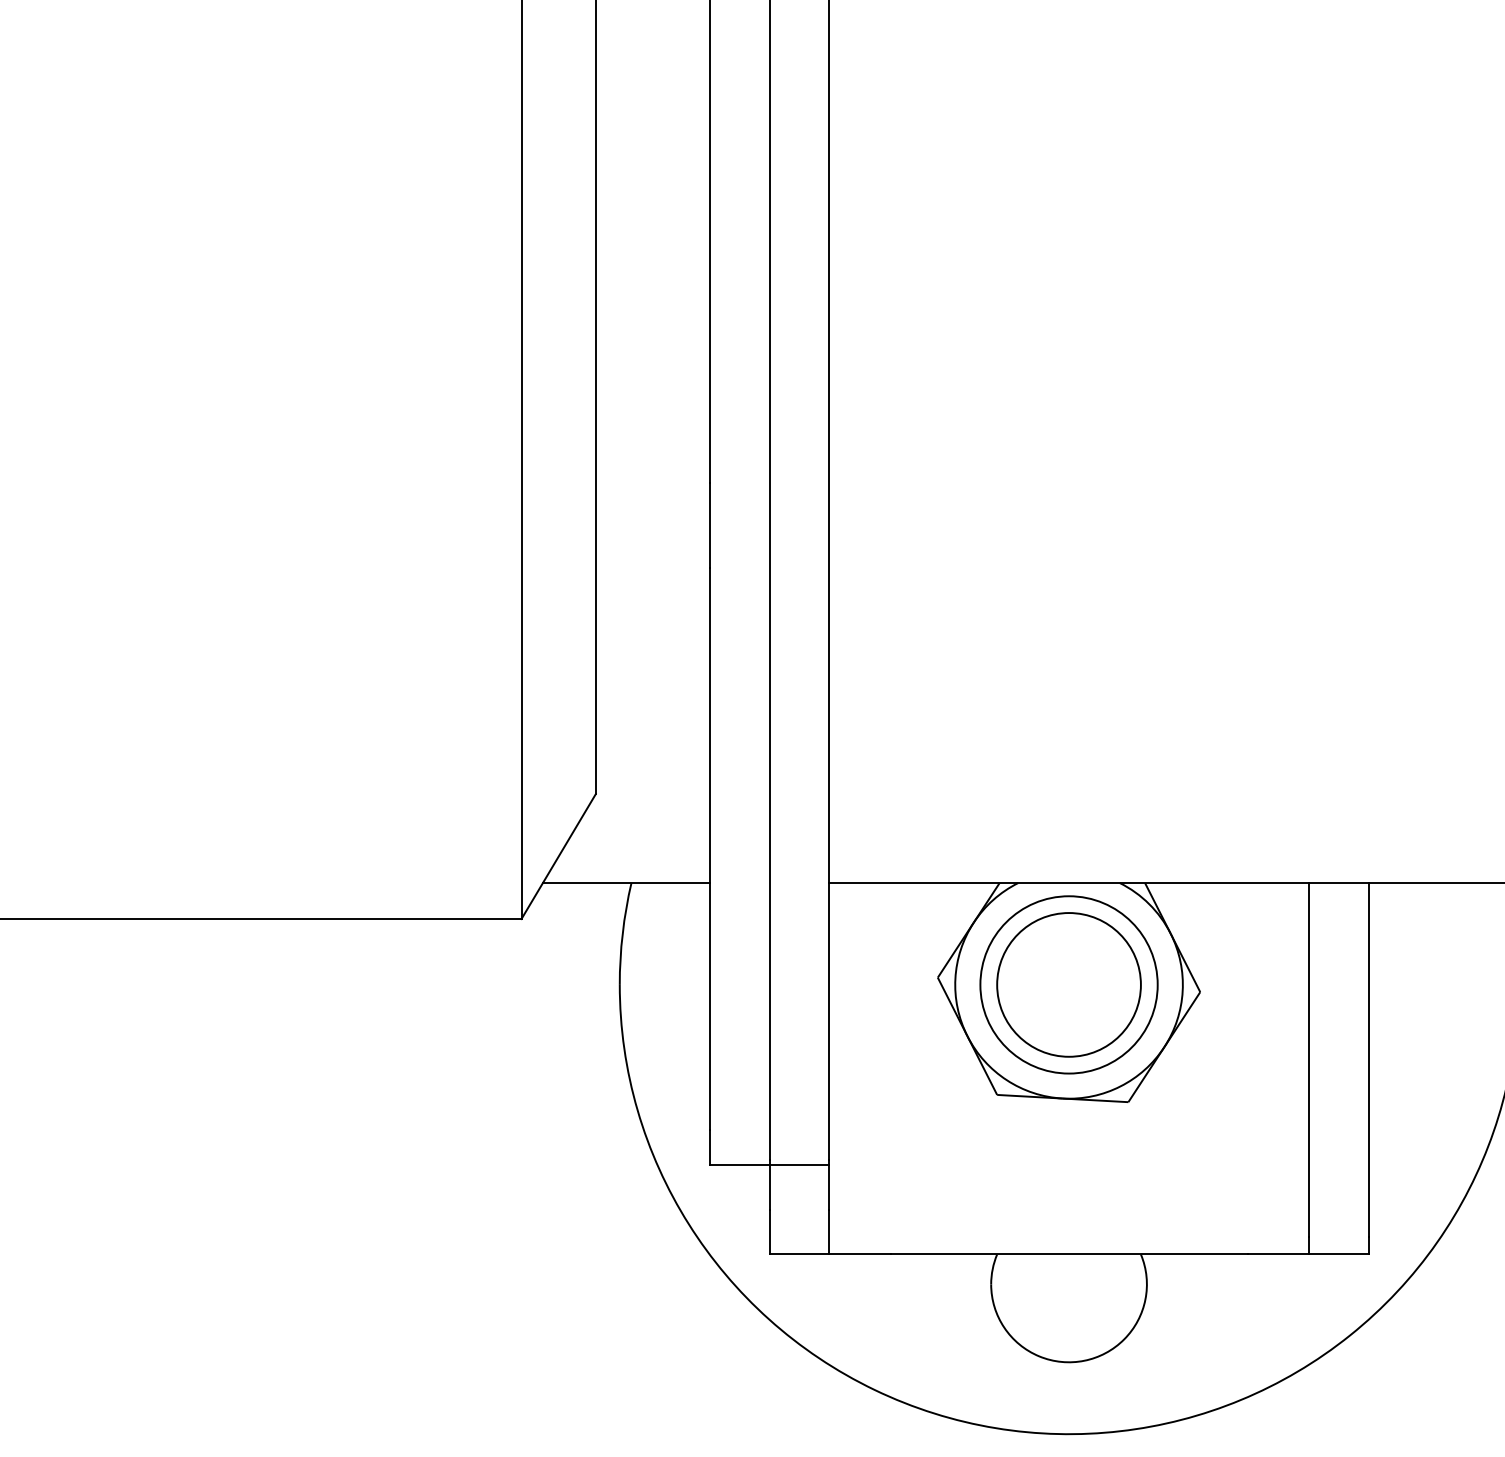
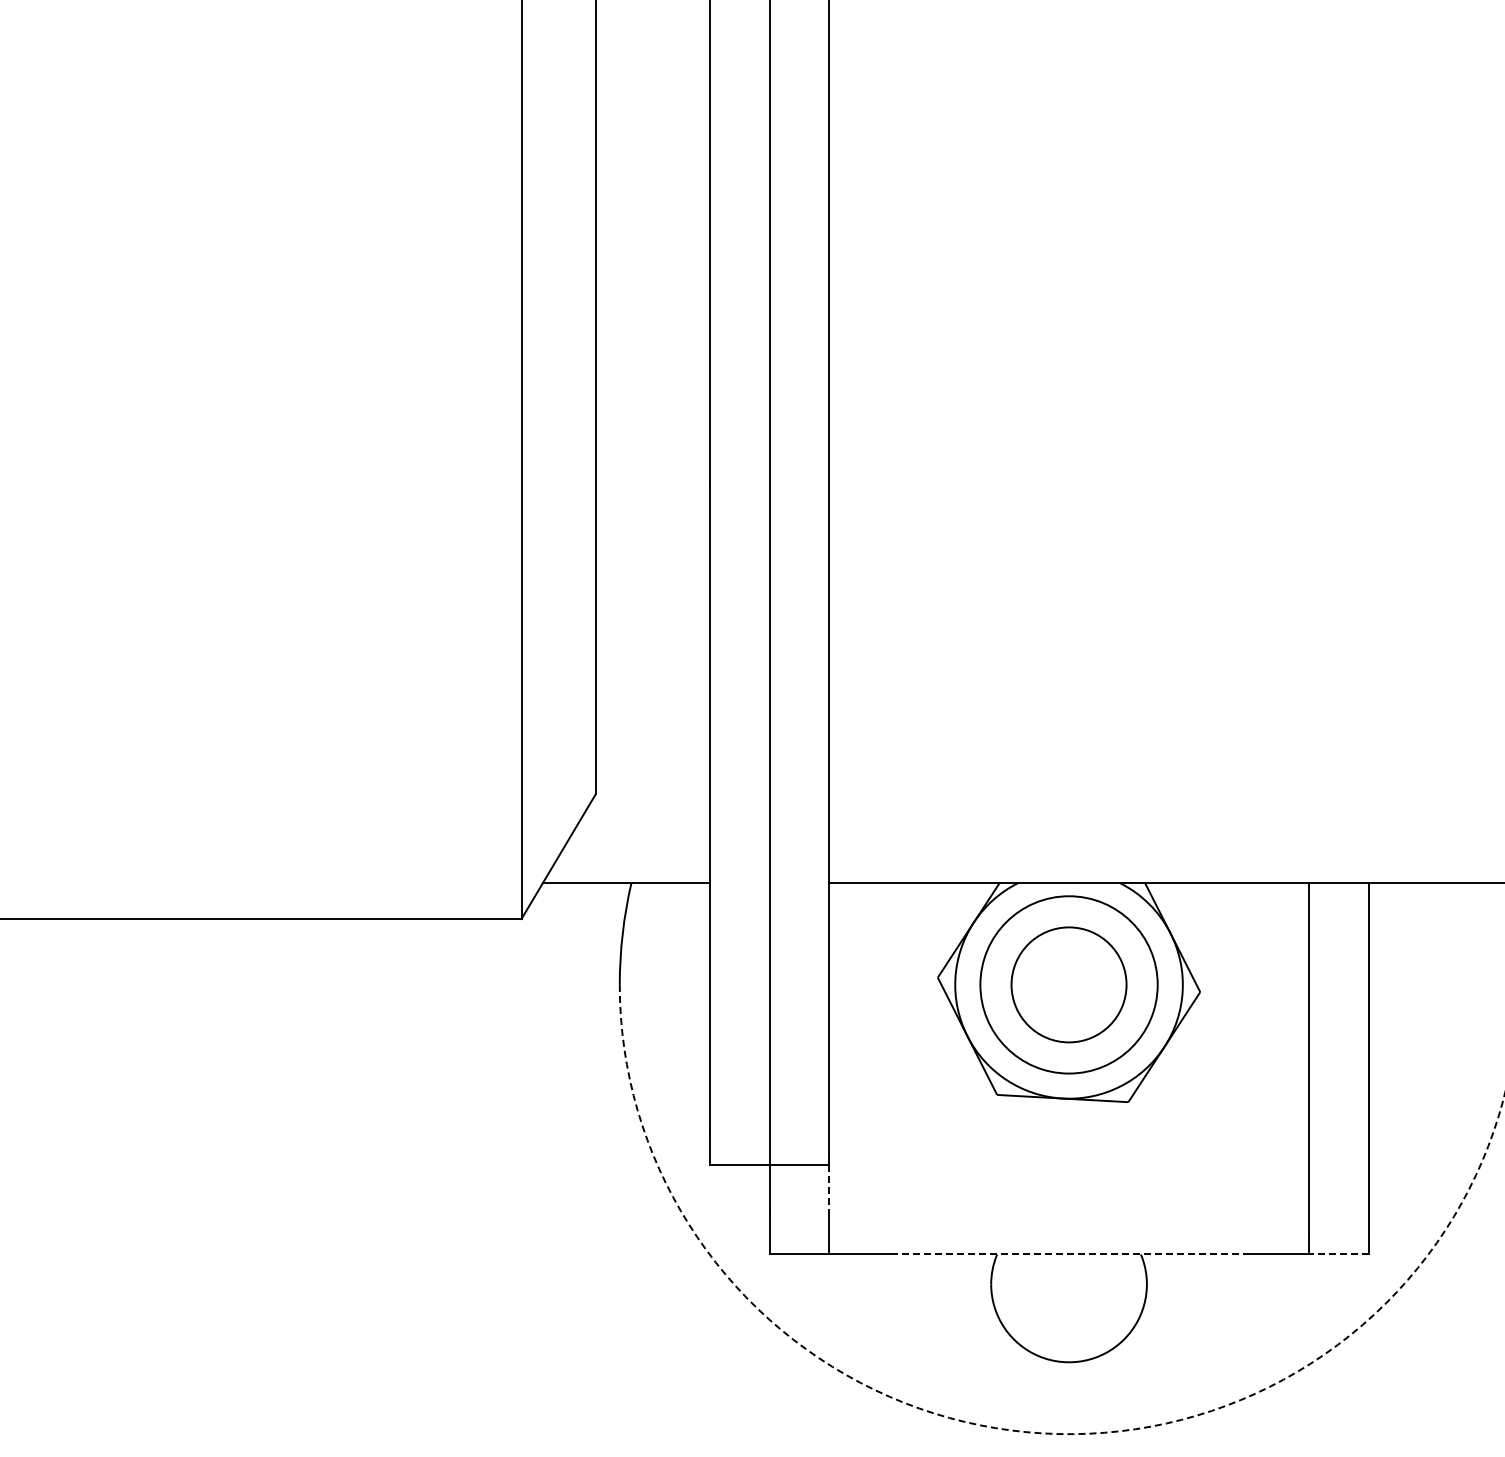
circle at (1068, 984) diameter: 144 px -> 115 px
line at (829, 1187): solid -> dashed
line at (1069, 1254): solid -> dashed
line at (1338, 1254): solid -> dashed
arc at (1014, 1430): solid -> dashed
